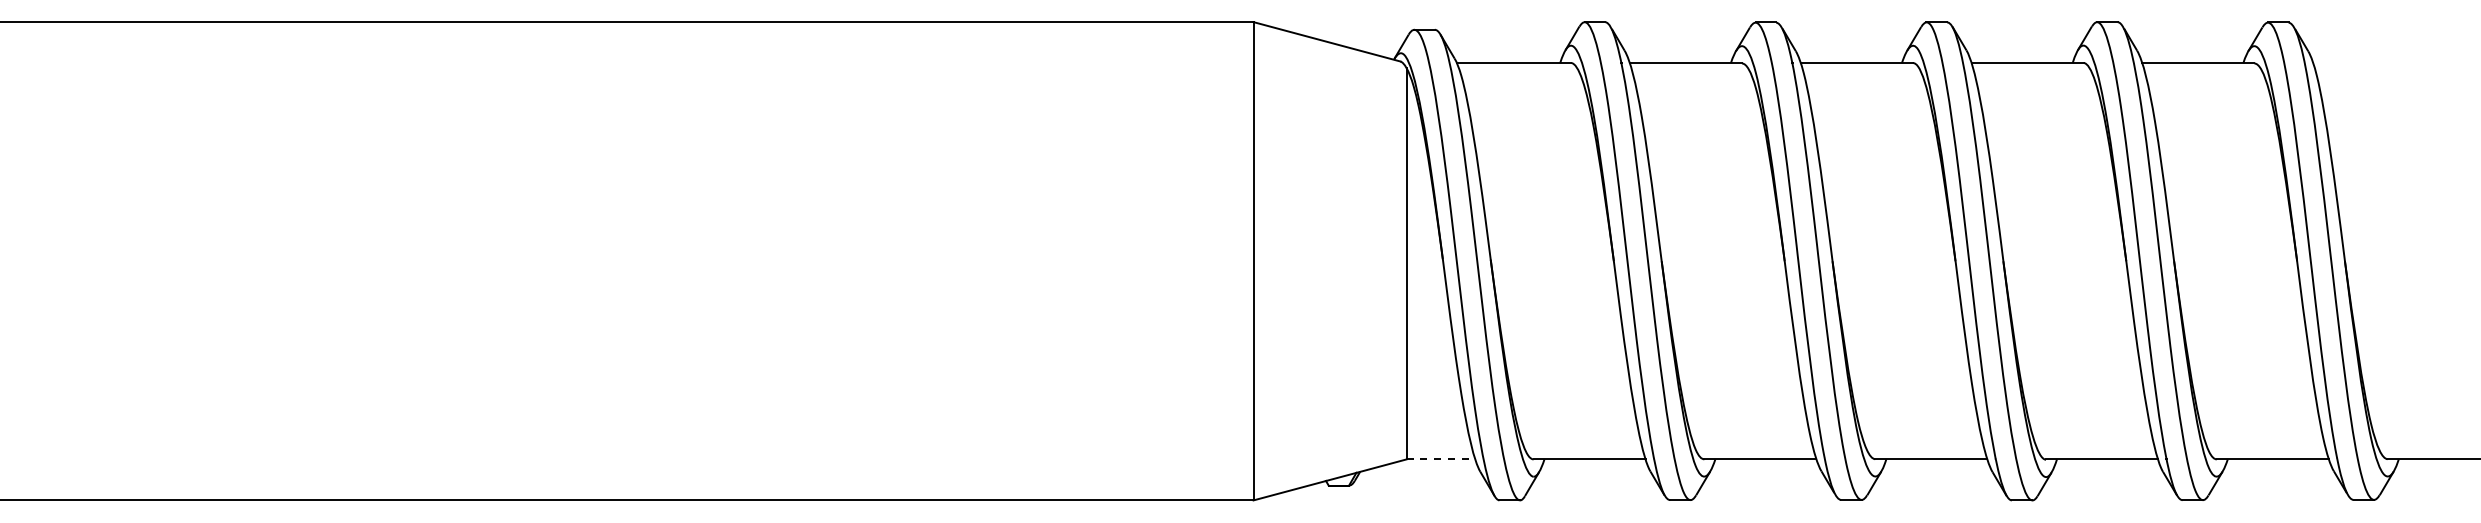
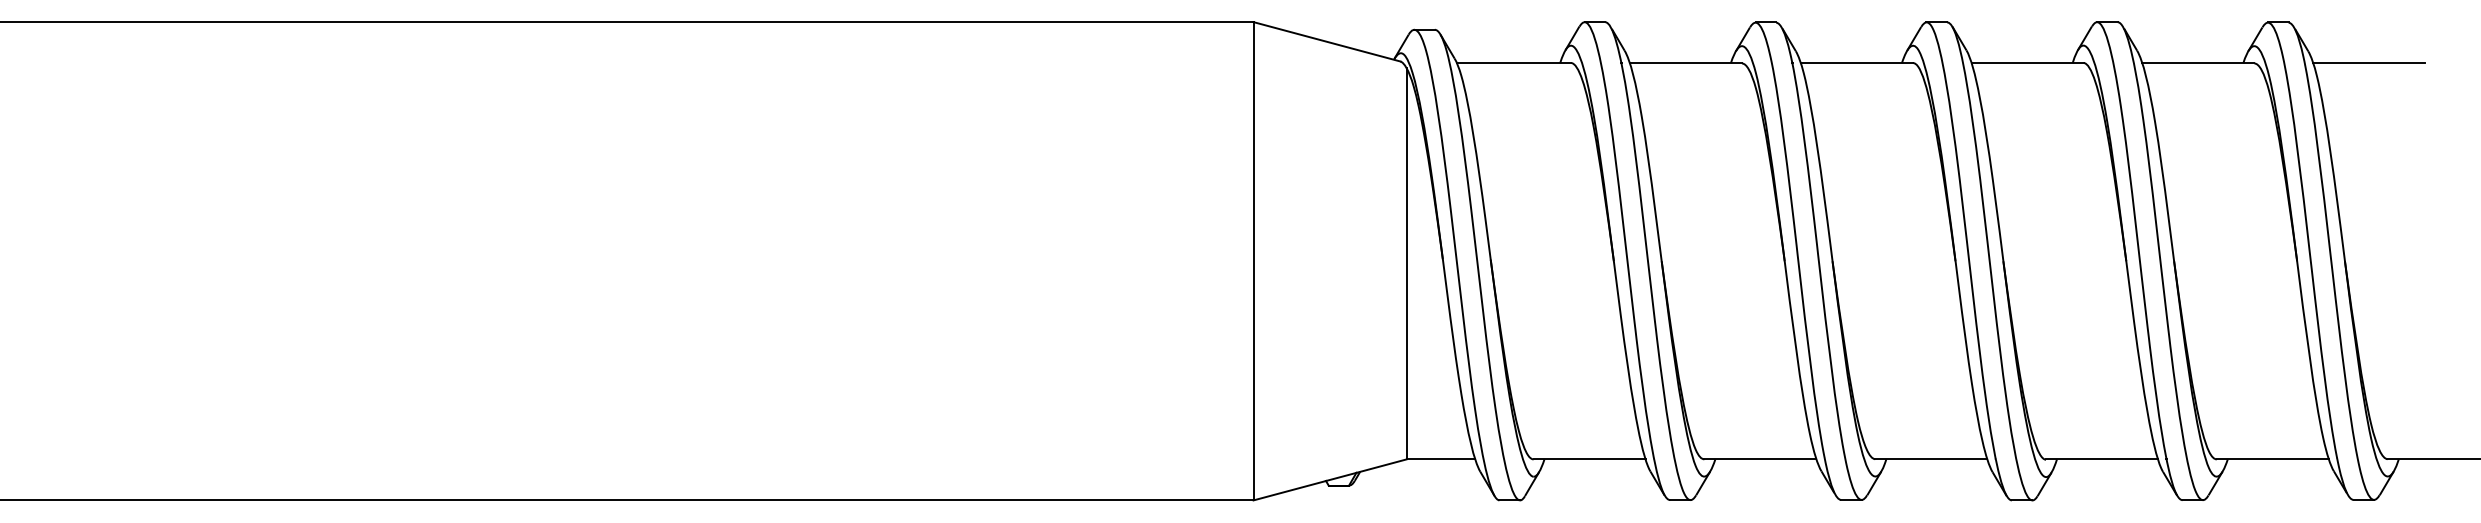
line at (2369, 63): none -> present
line at (1441, 459): dashed -> solid
